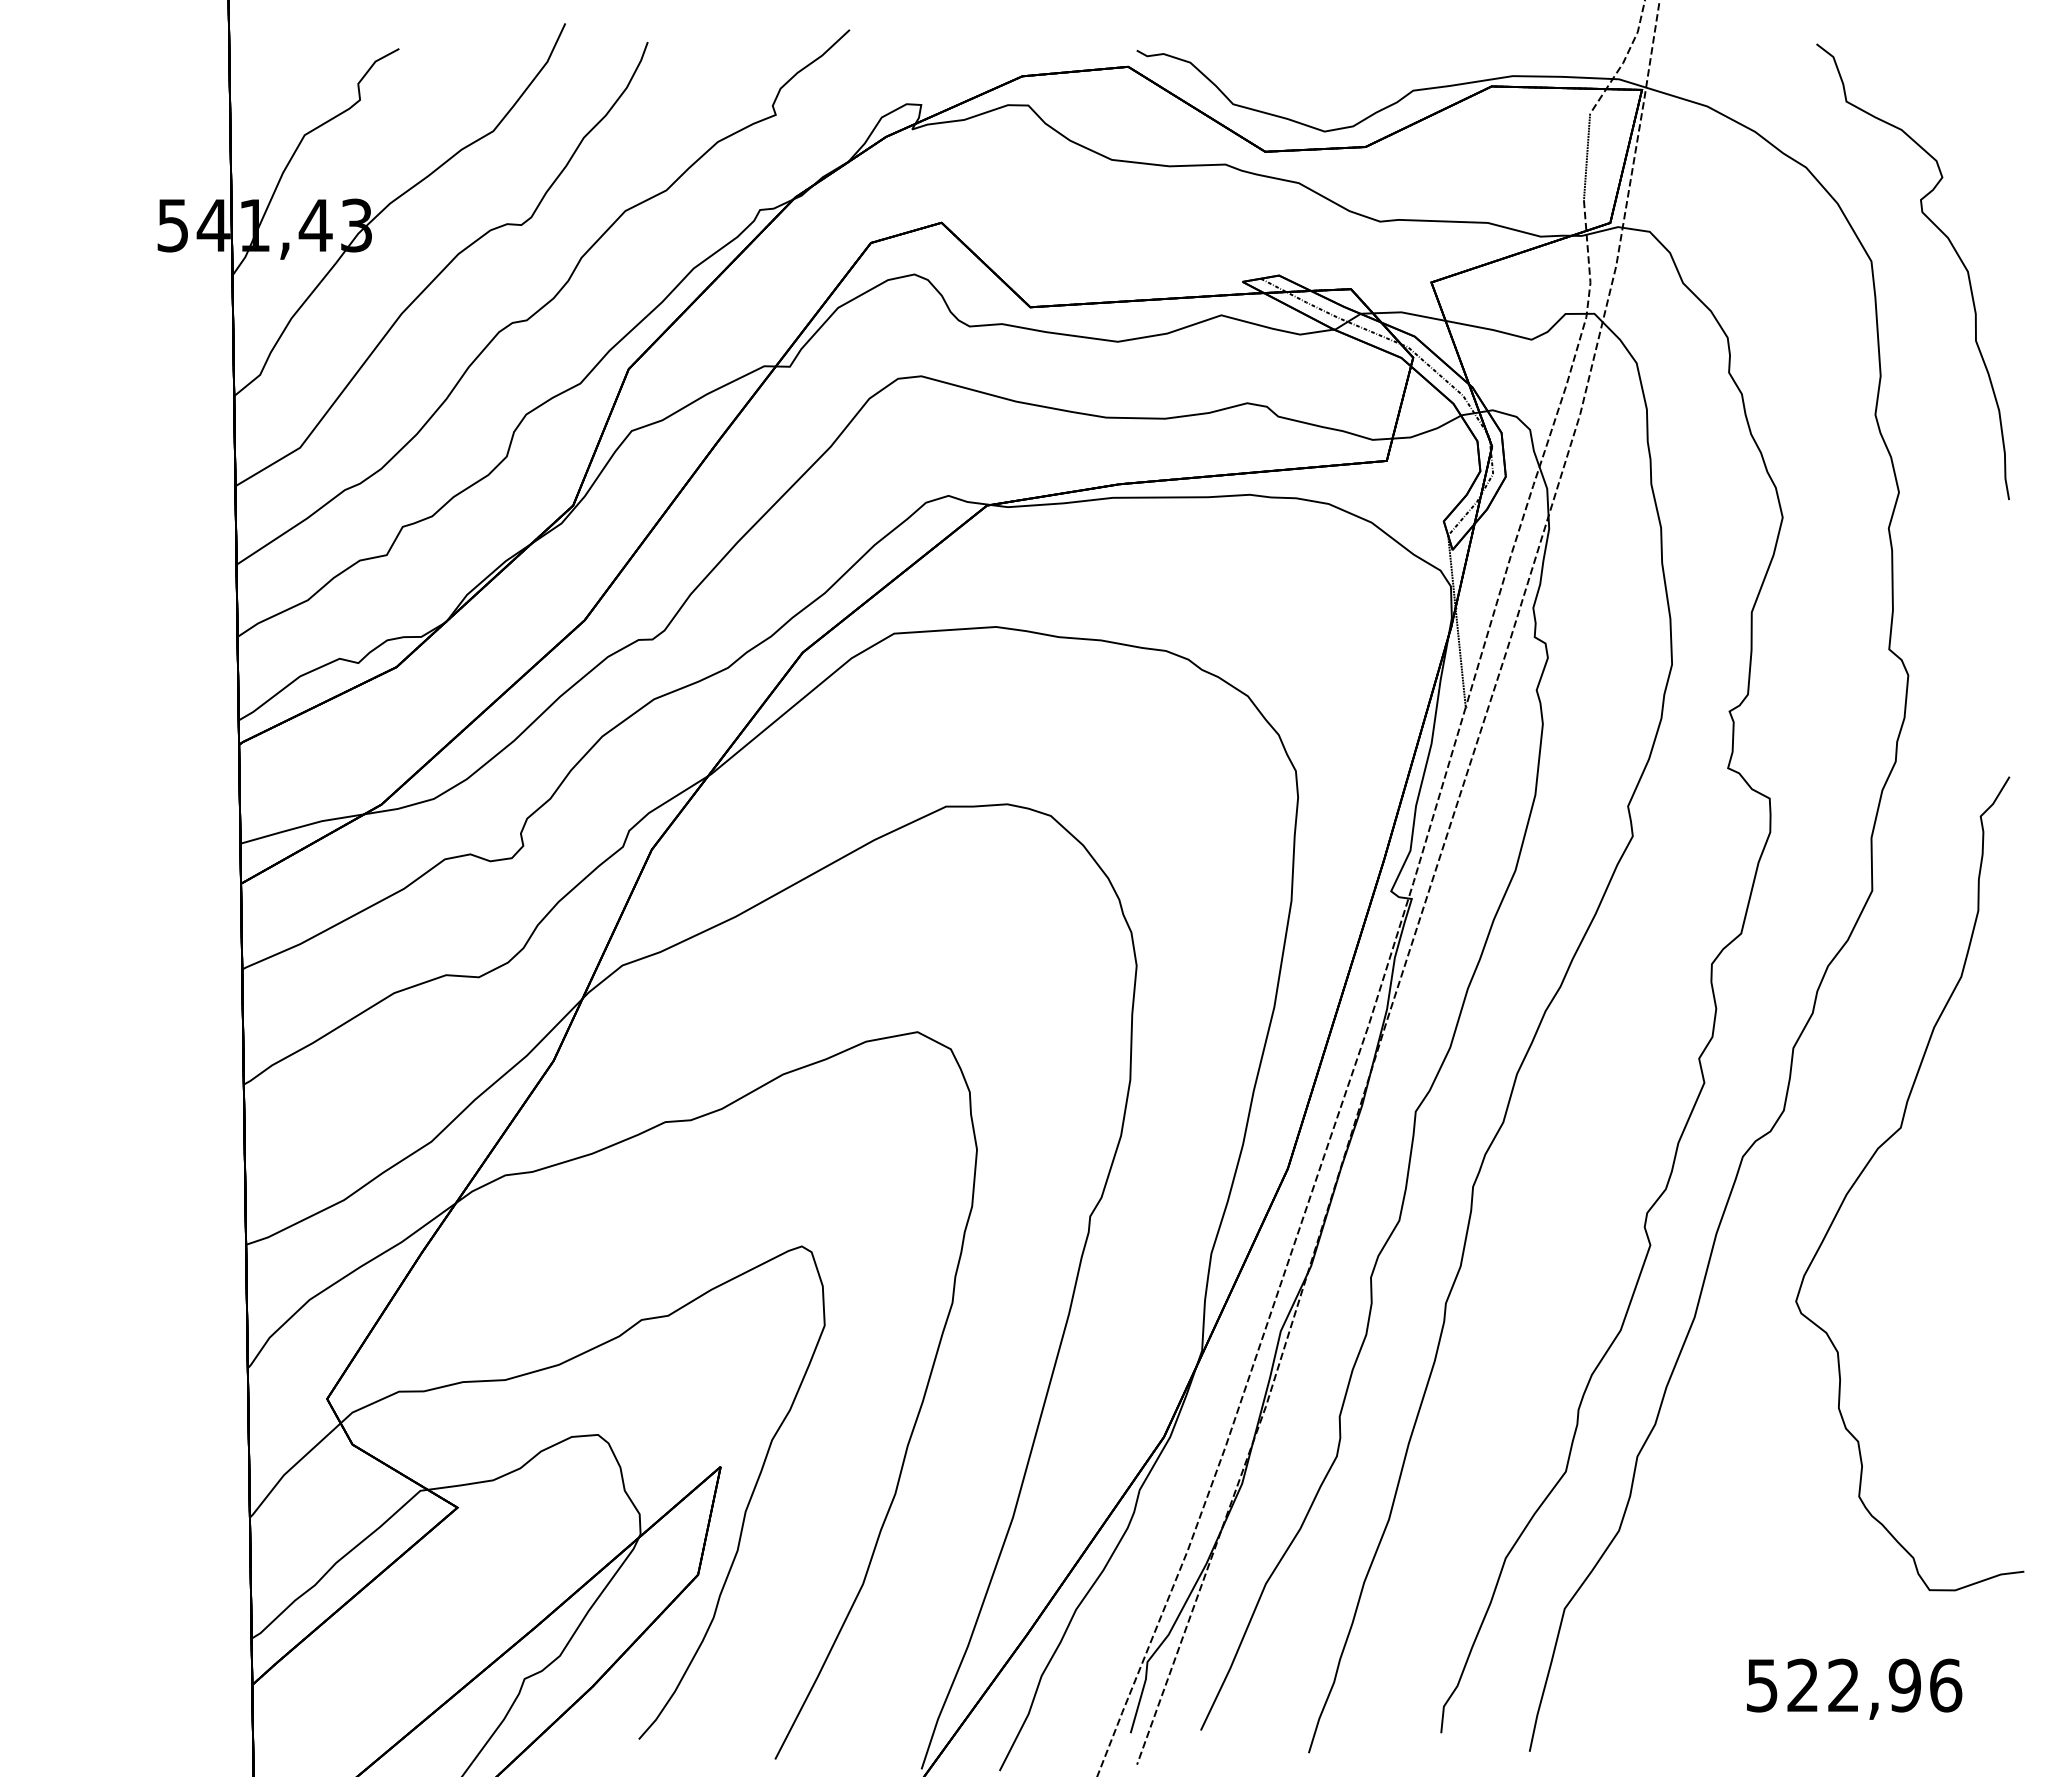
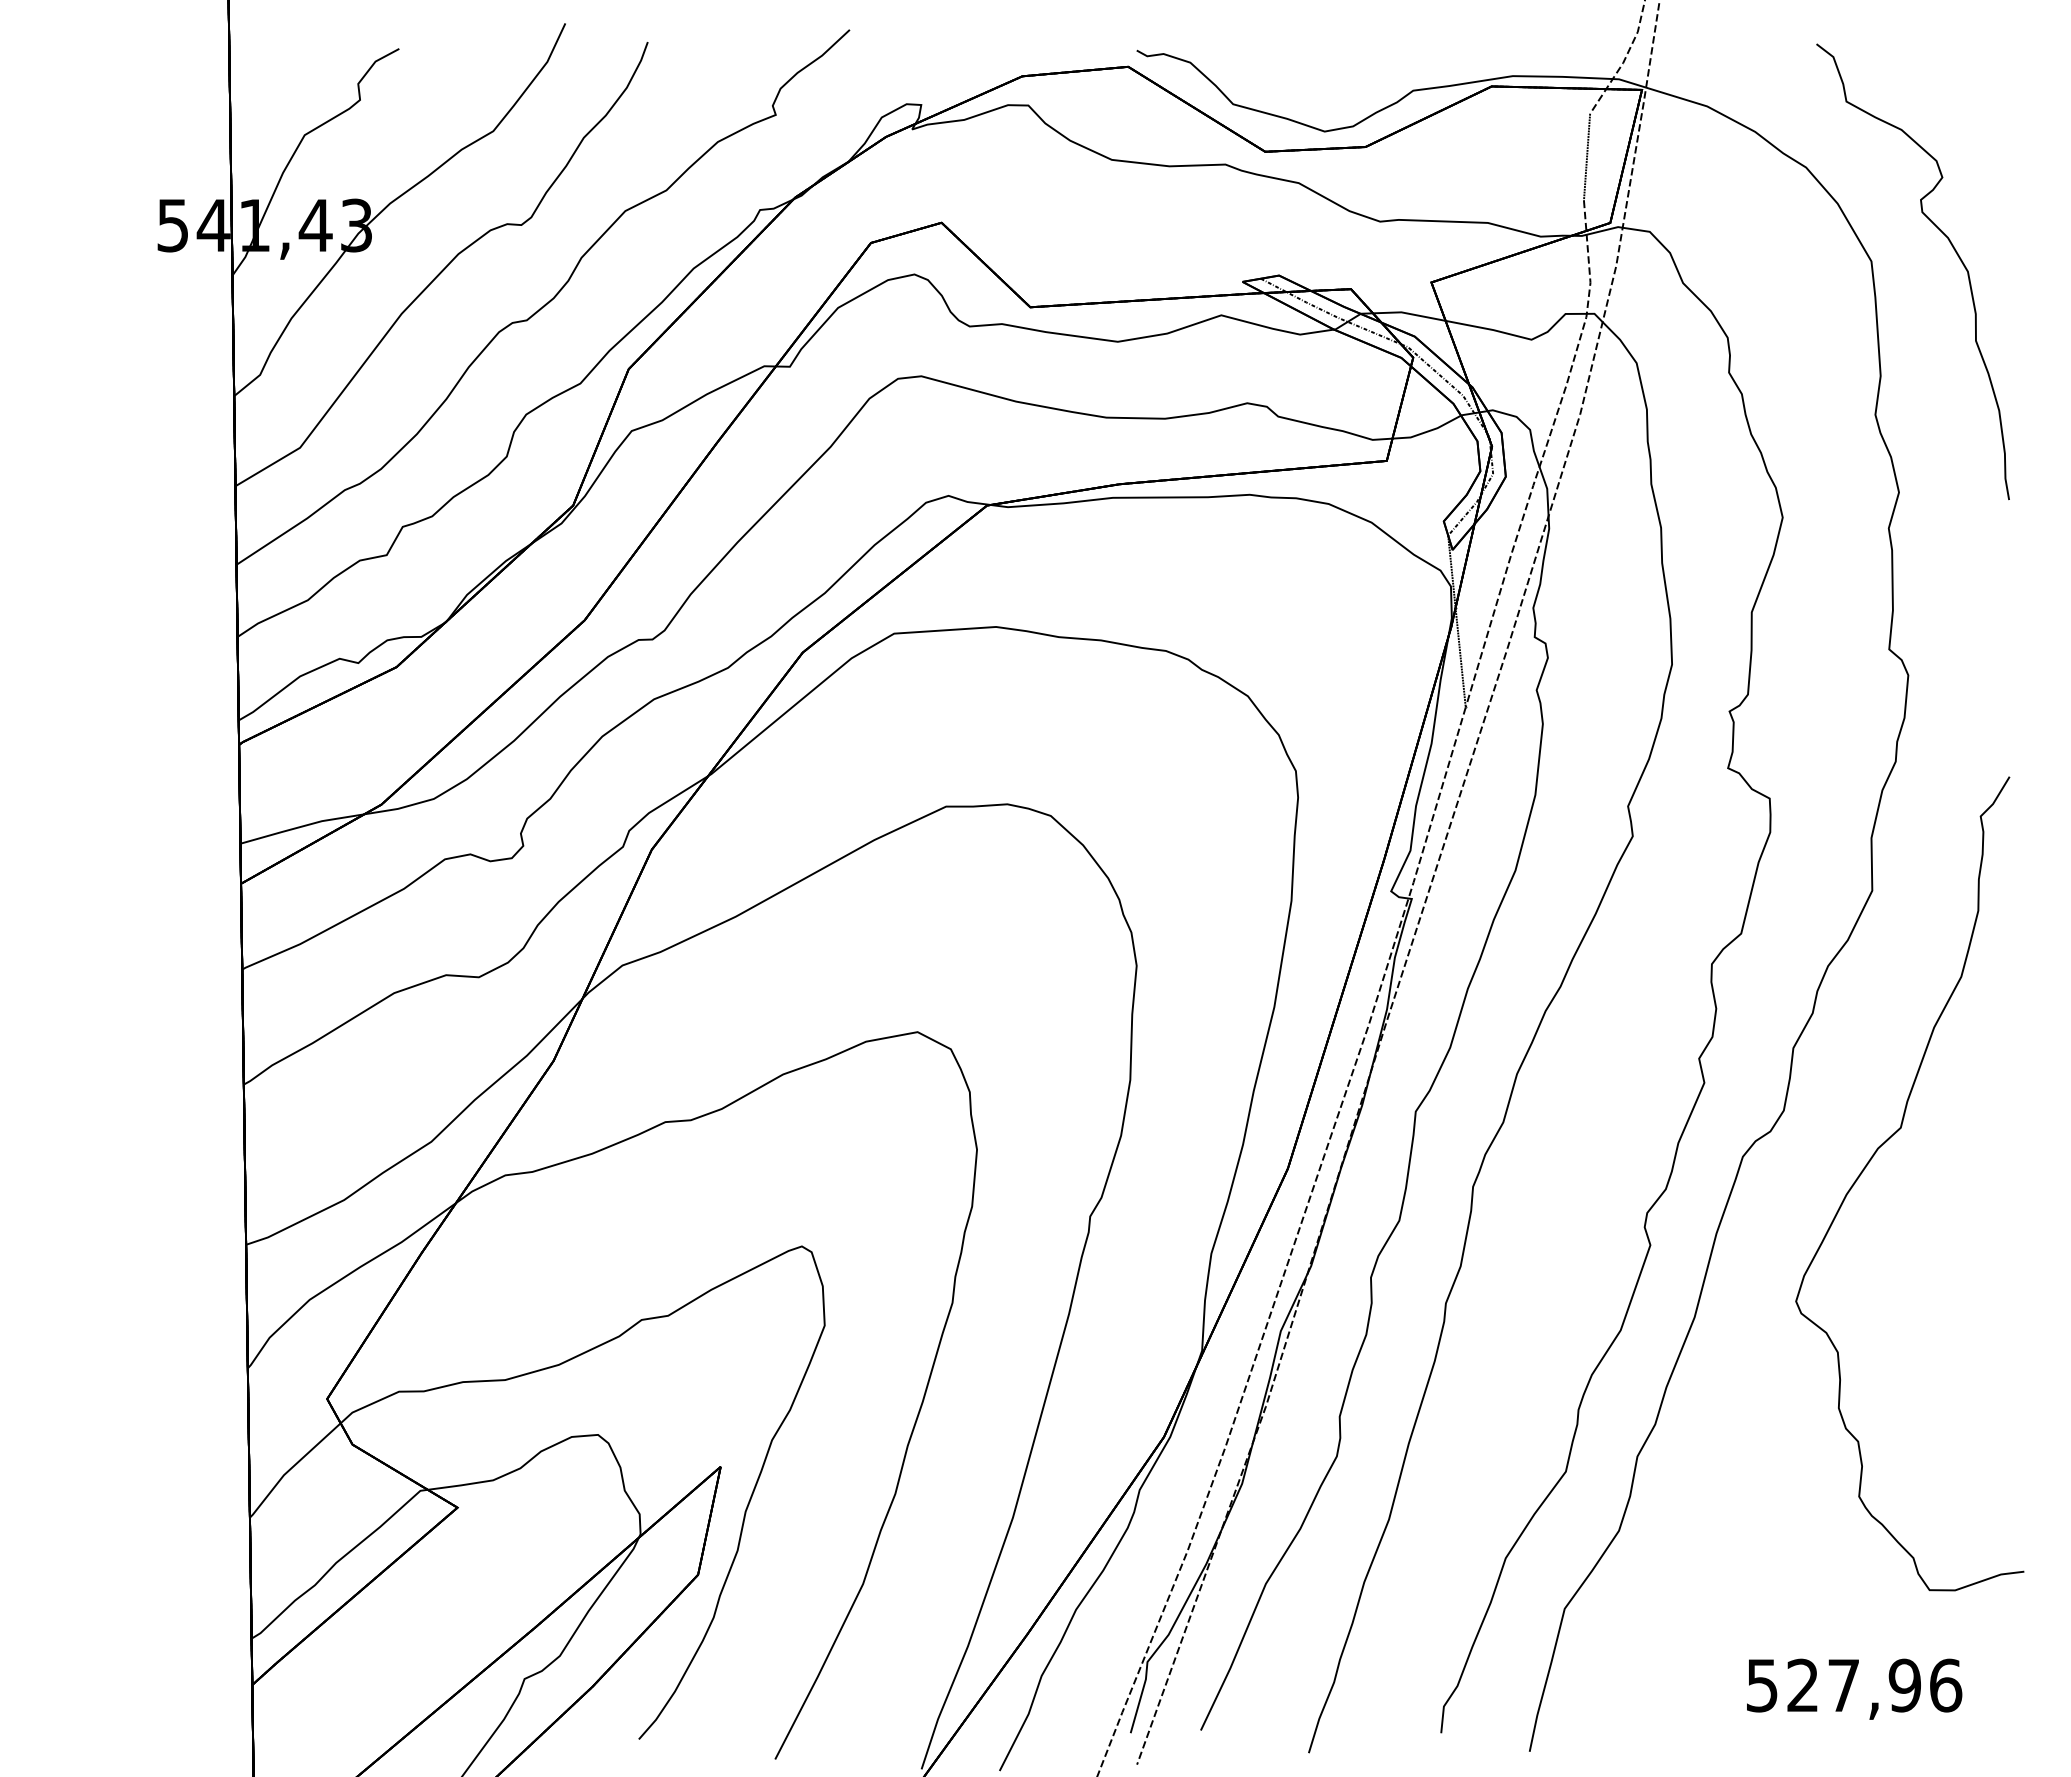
text at (1843, 1684): 522,96 -> 527,96
